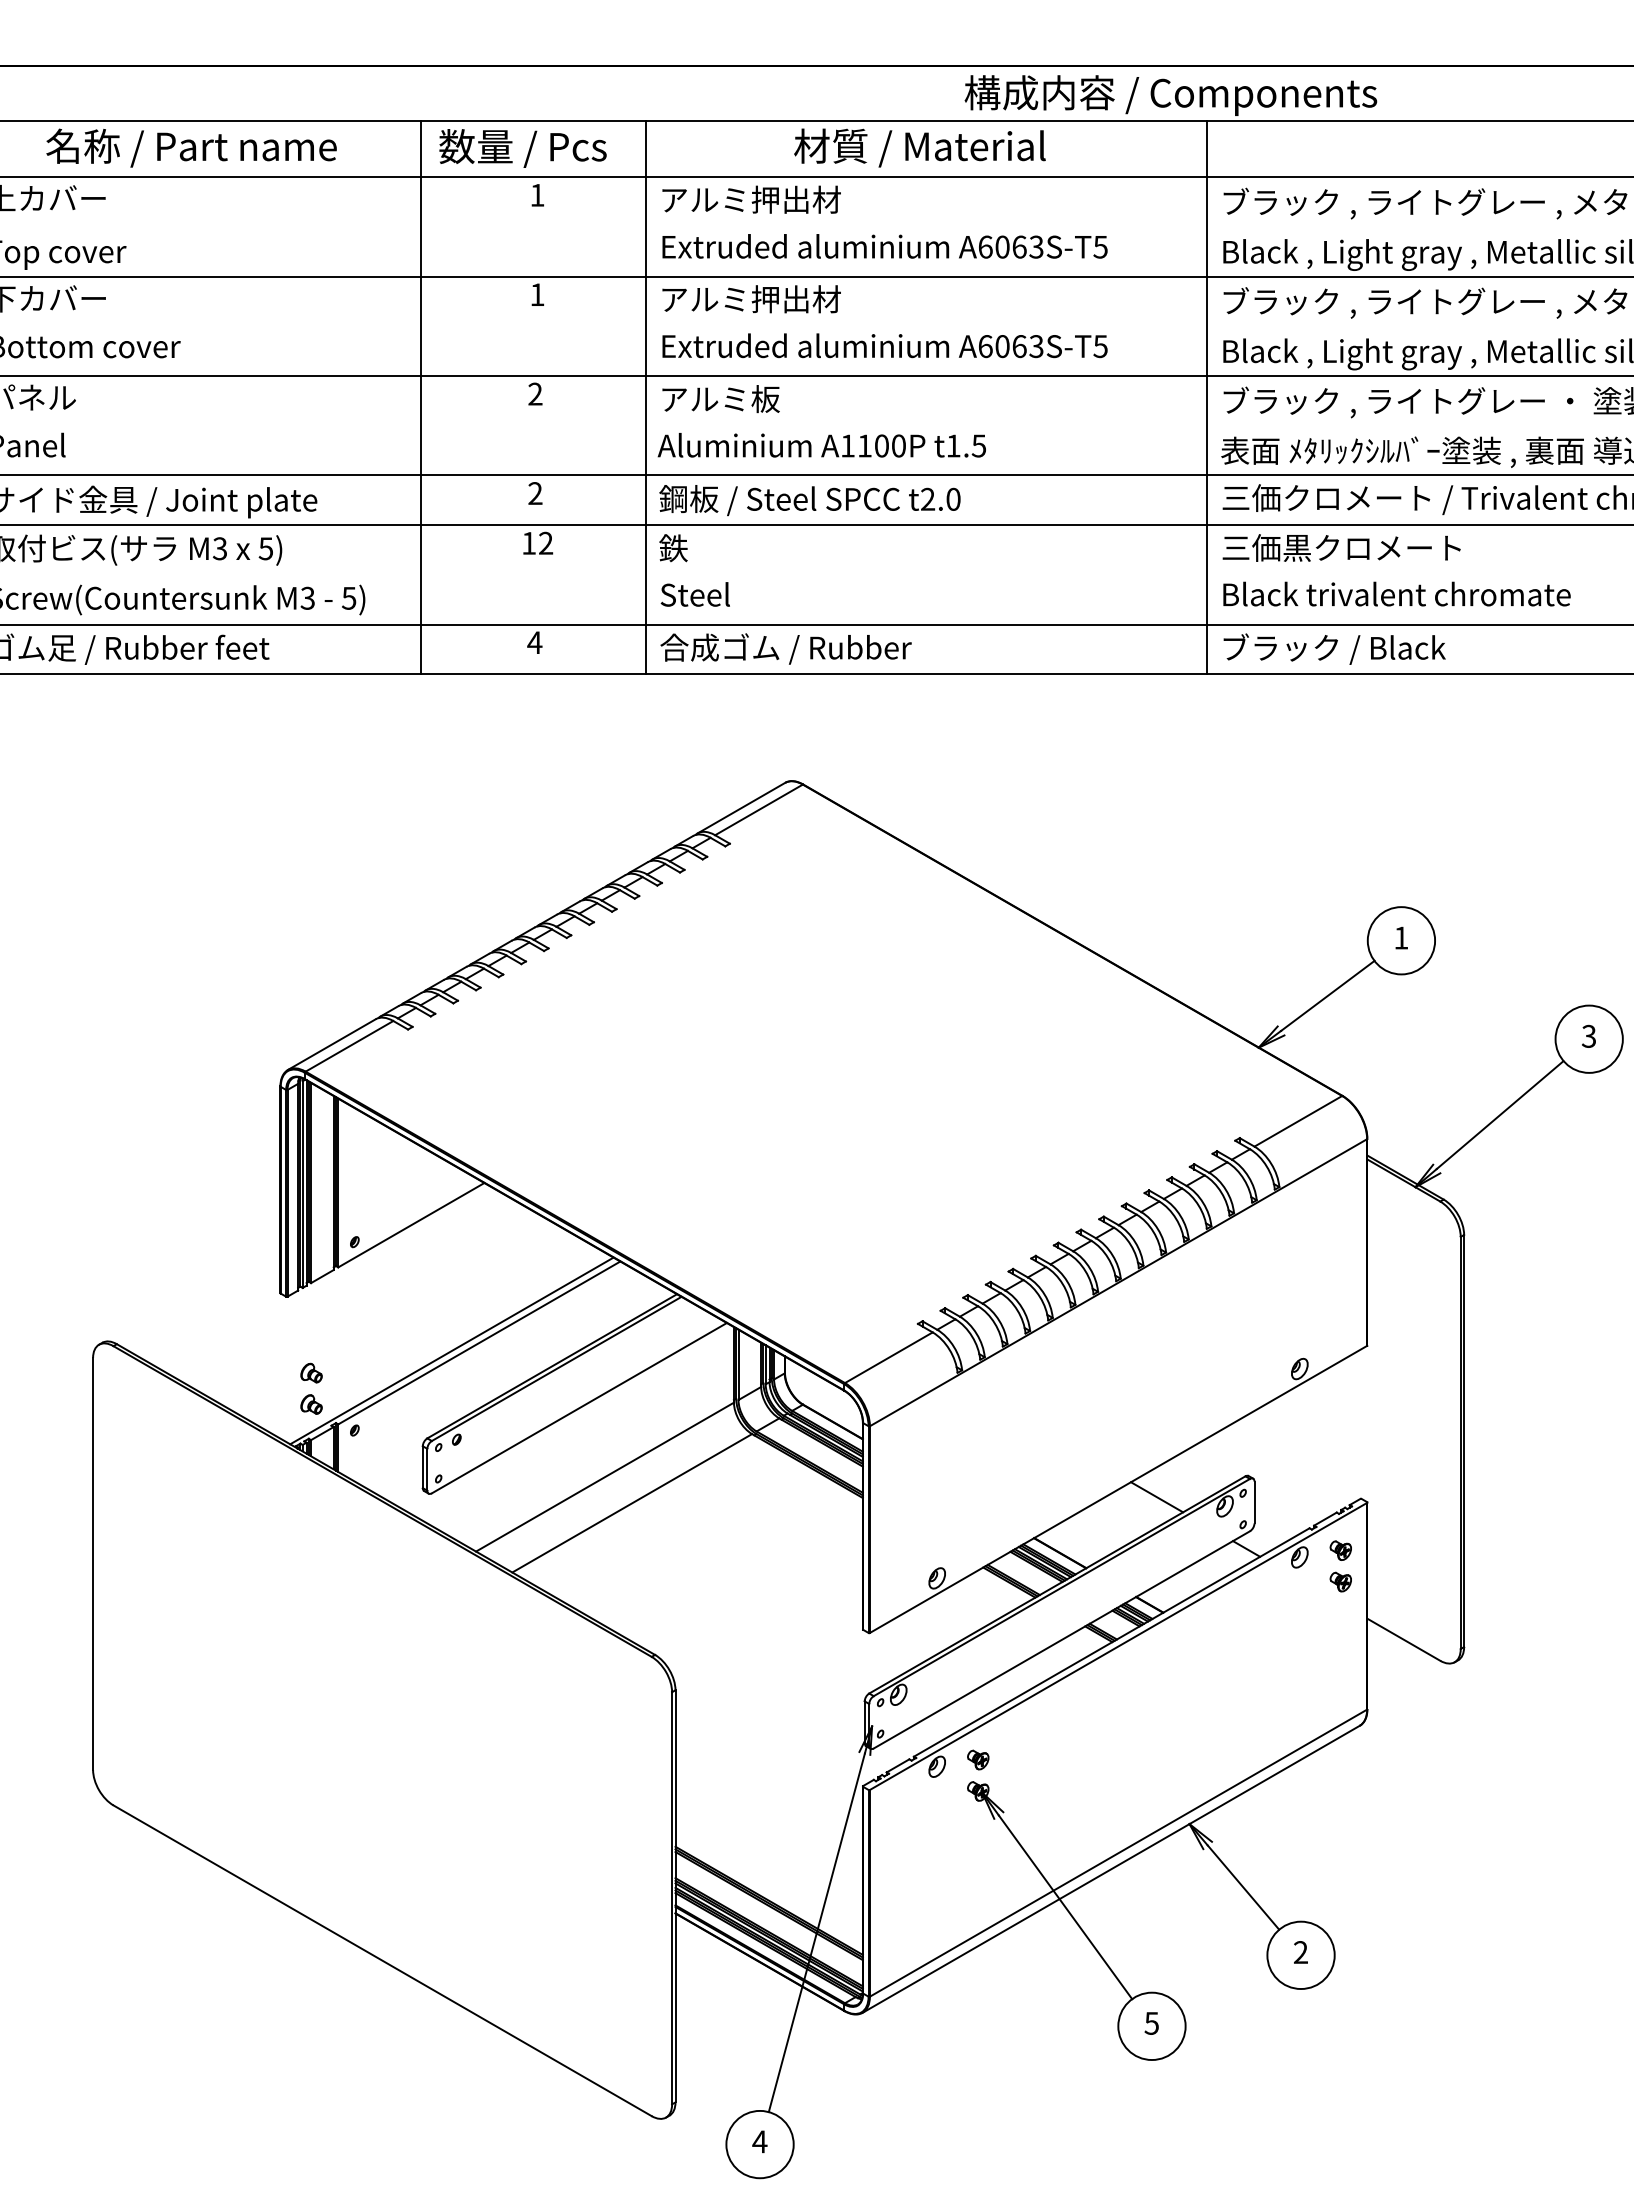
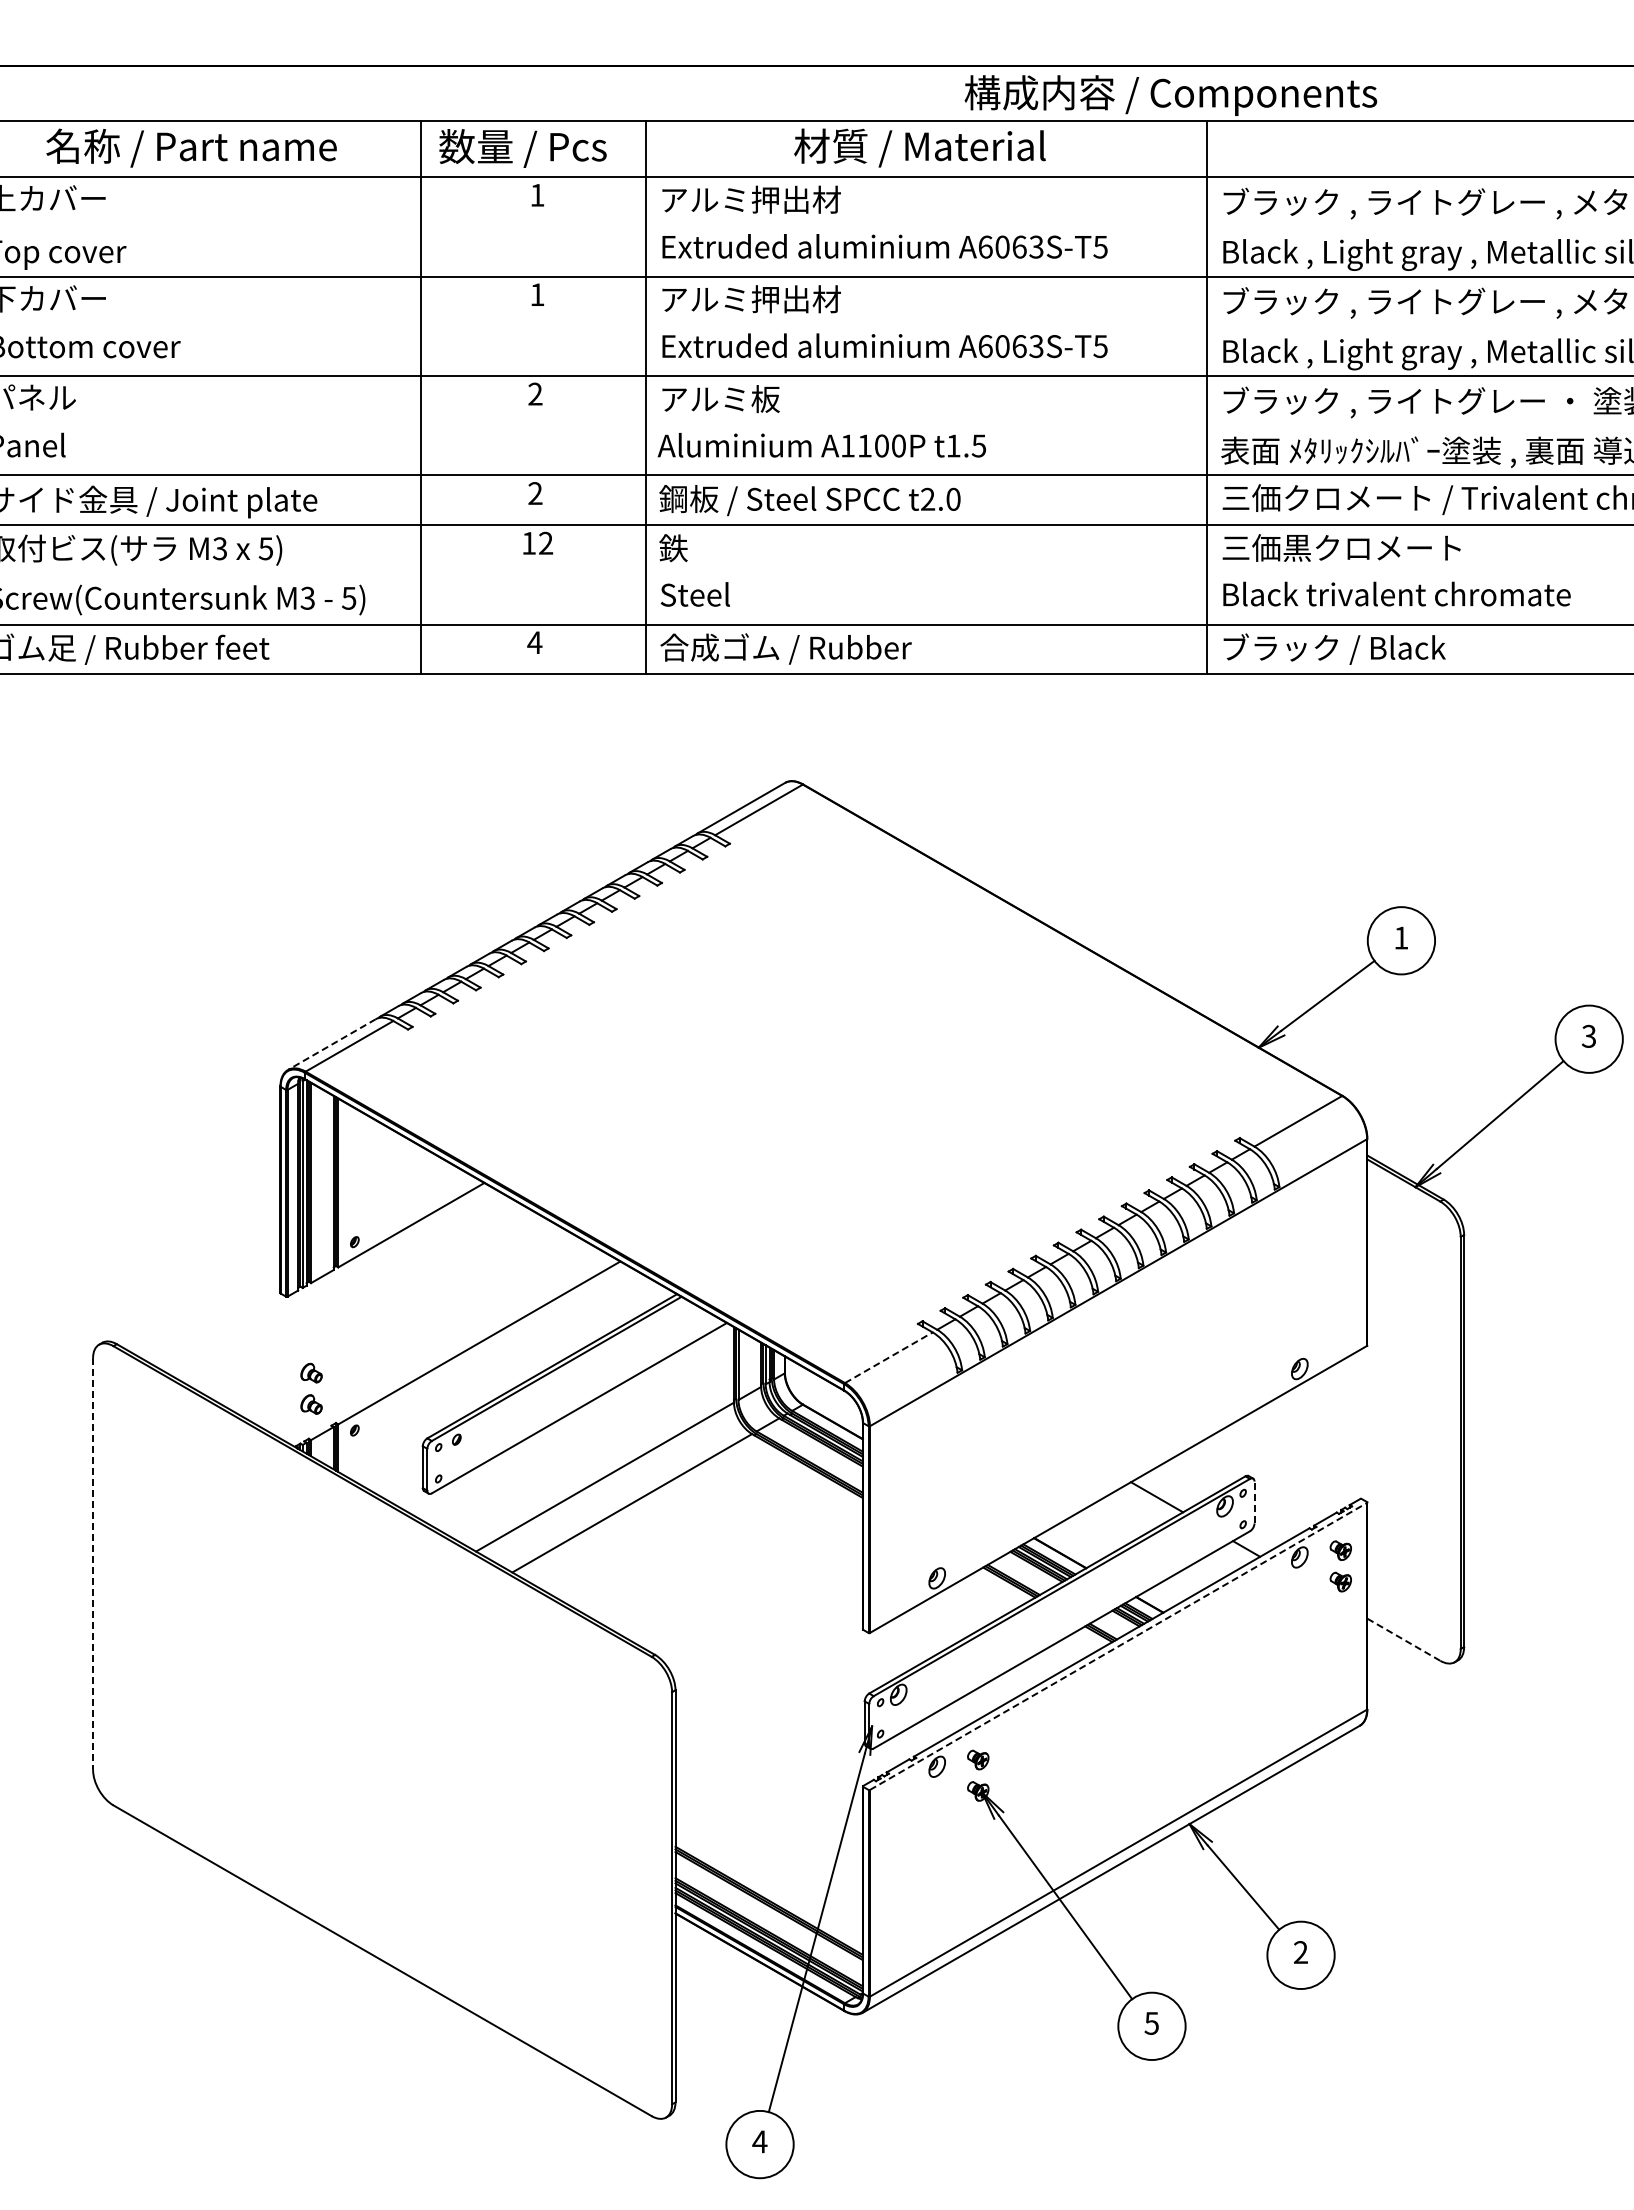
line at (331, 1044): solid -> dashed
line at (451, 1350): present -> none
line at (888, 1357): solid -> dashed
line at (1254, 1502): solid -> dashed
line at (93, 1564): solid -> dashed
line at (1404, 1640): solid -> dashed
line at (1118, 1646): solid -> dashed
